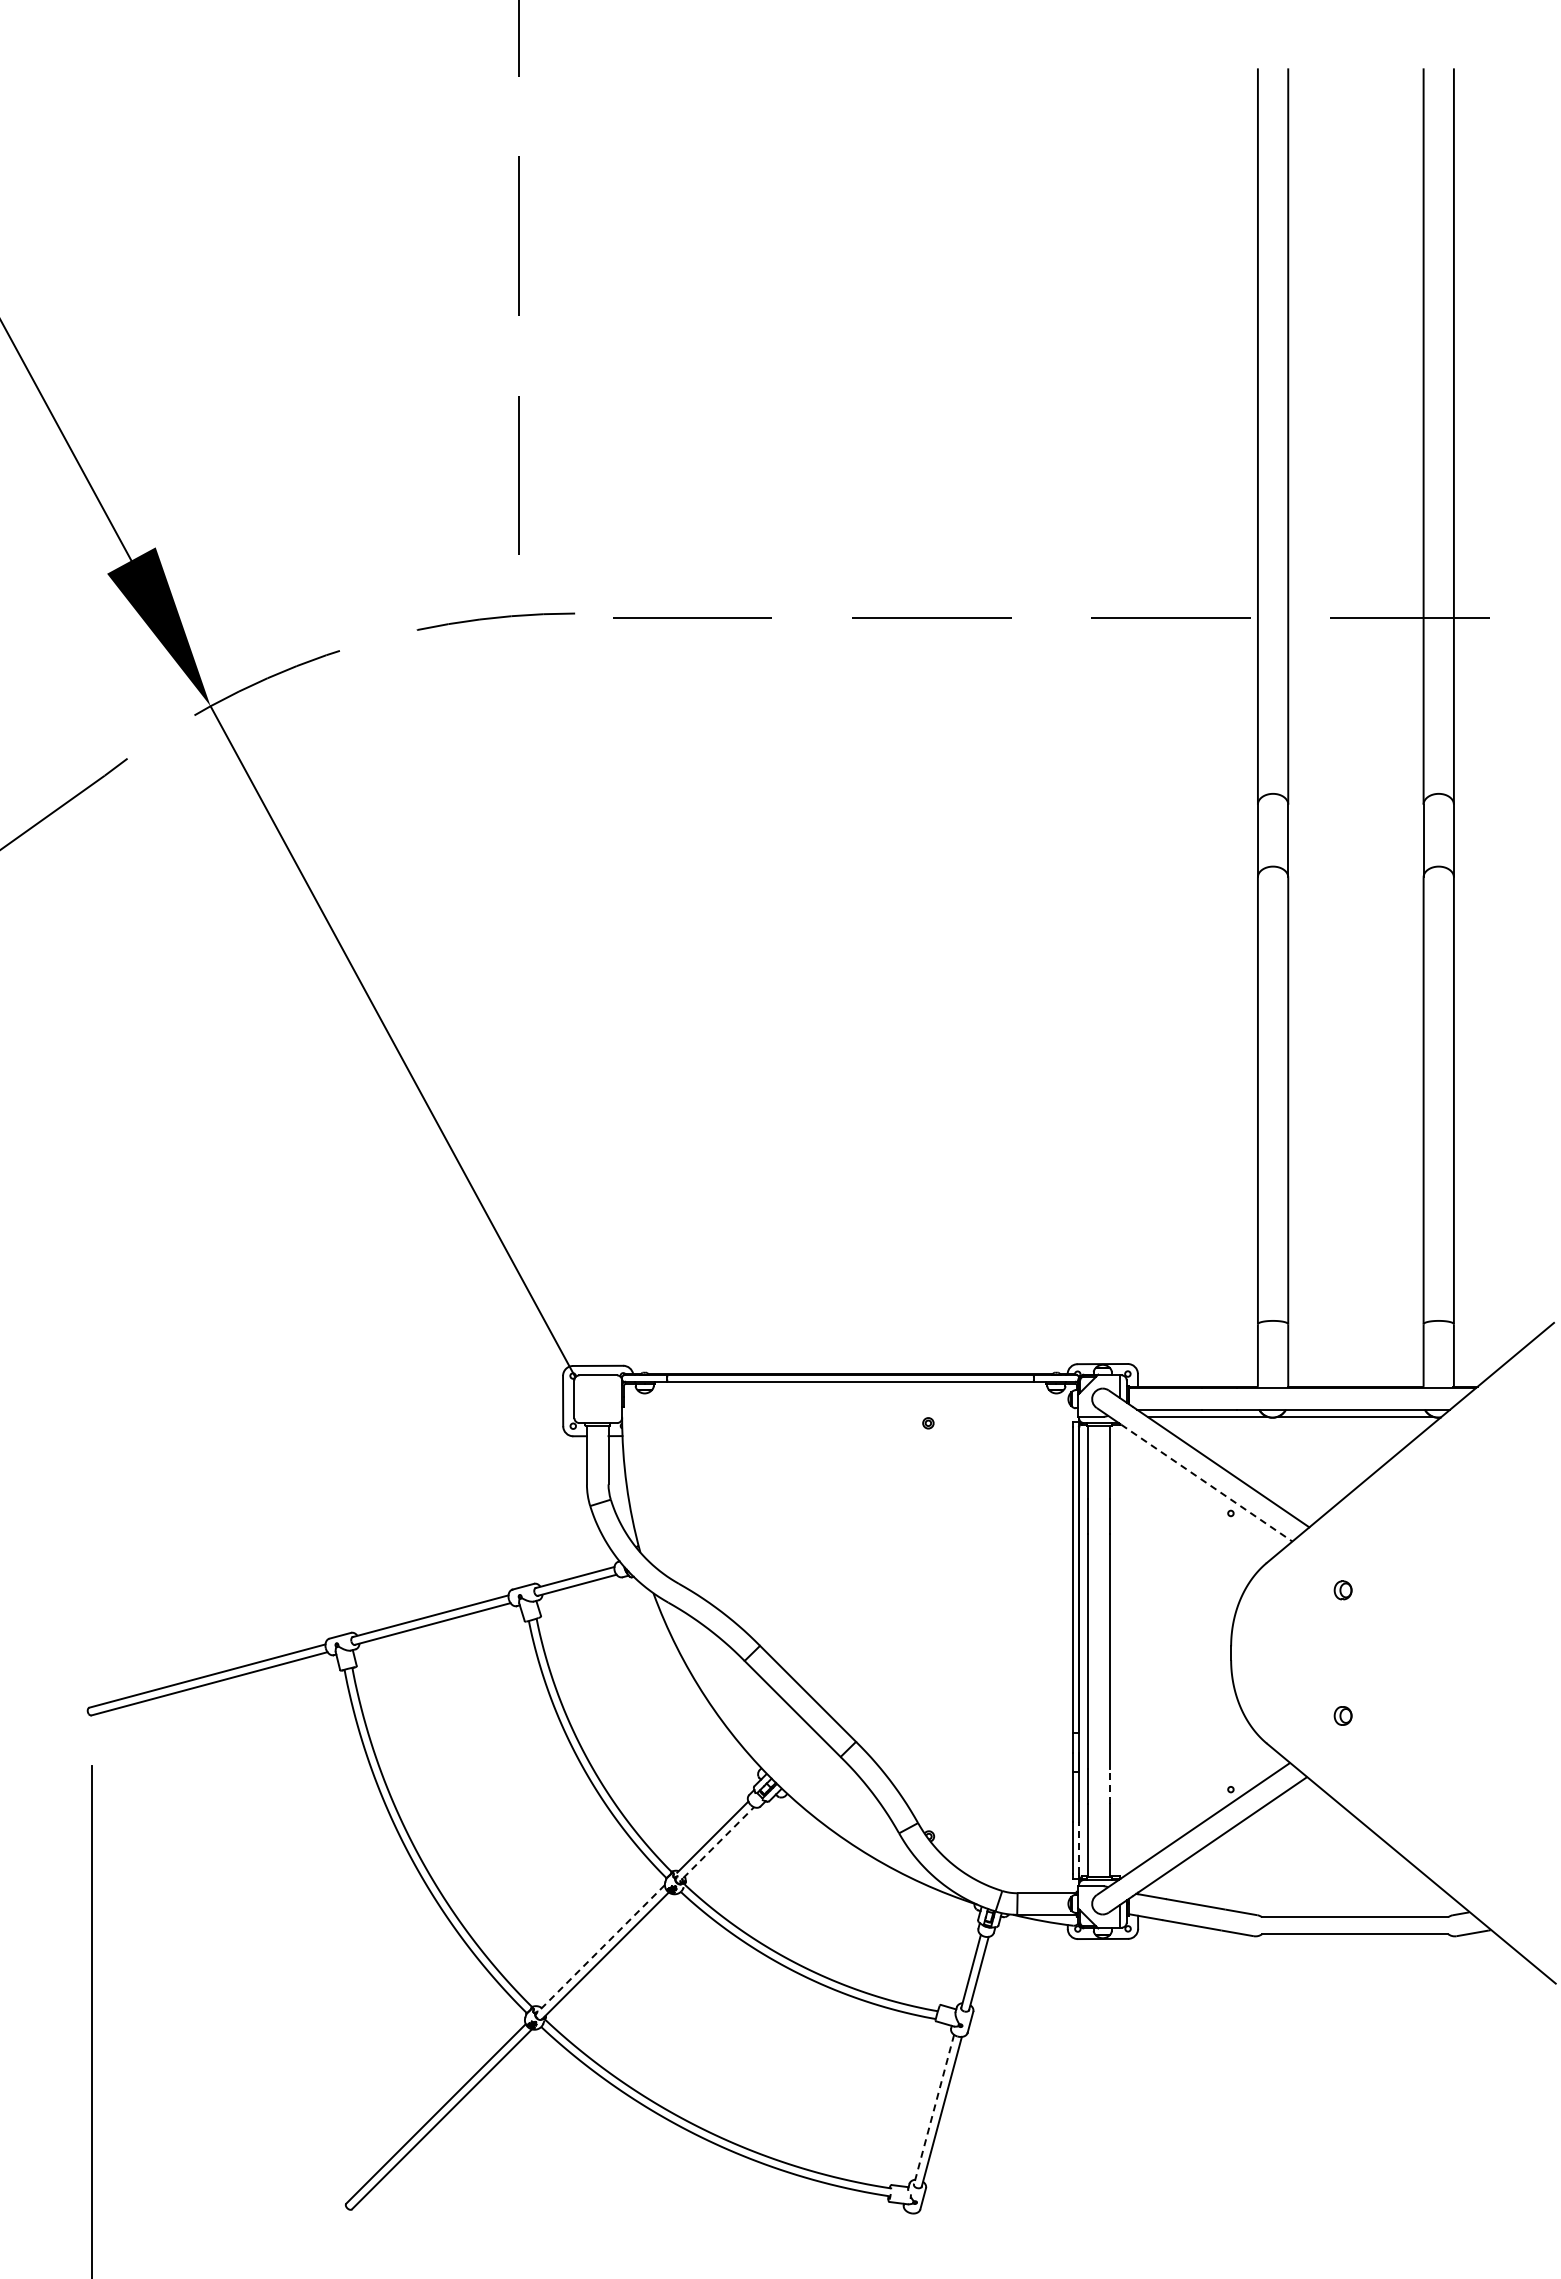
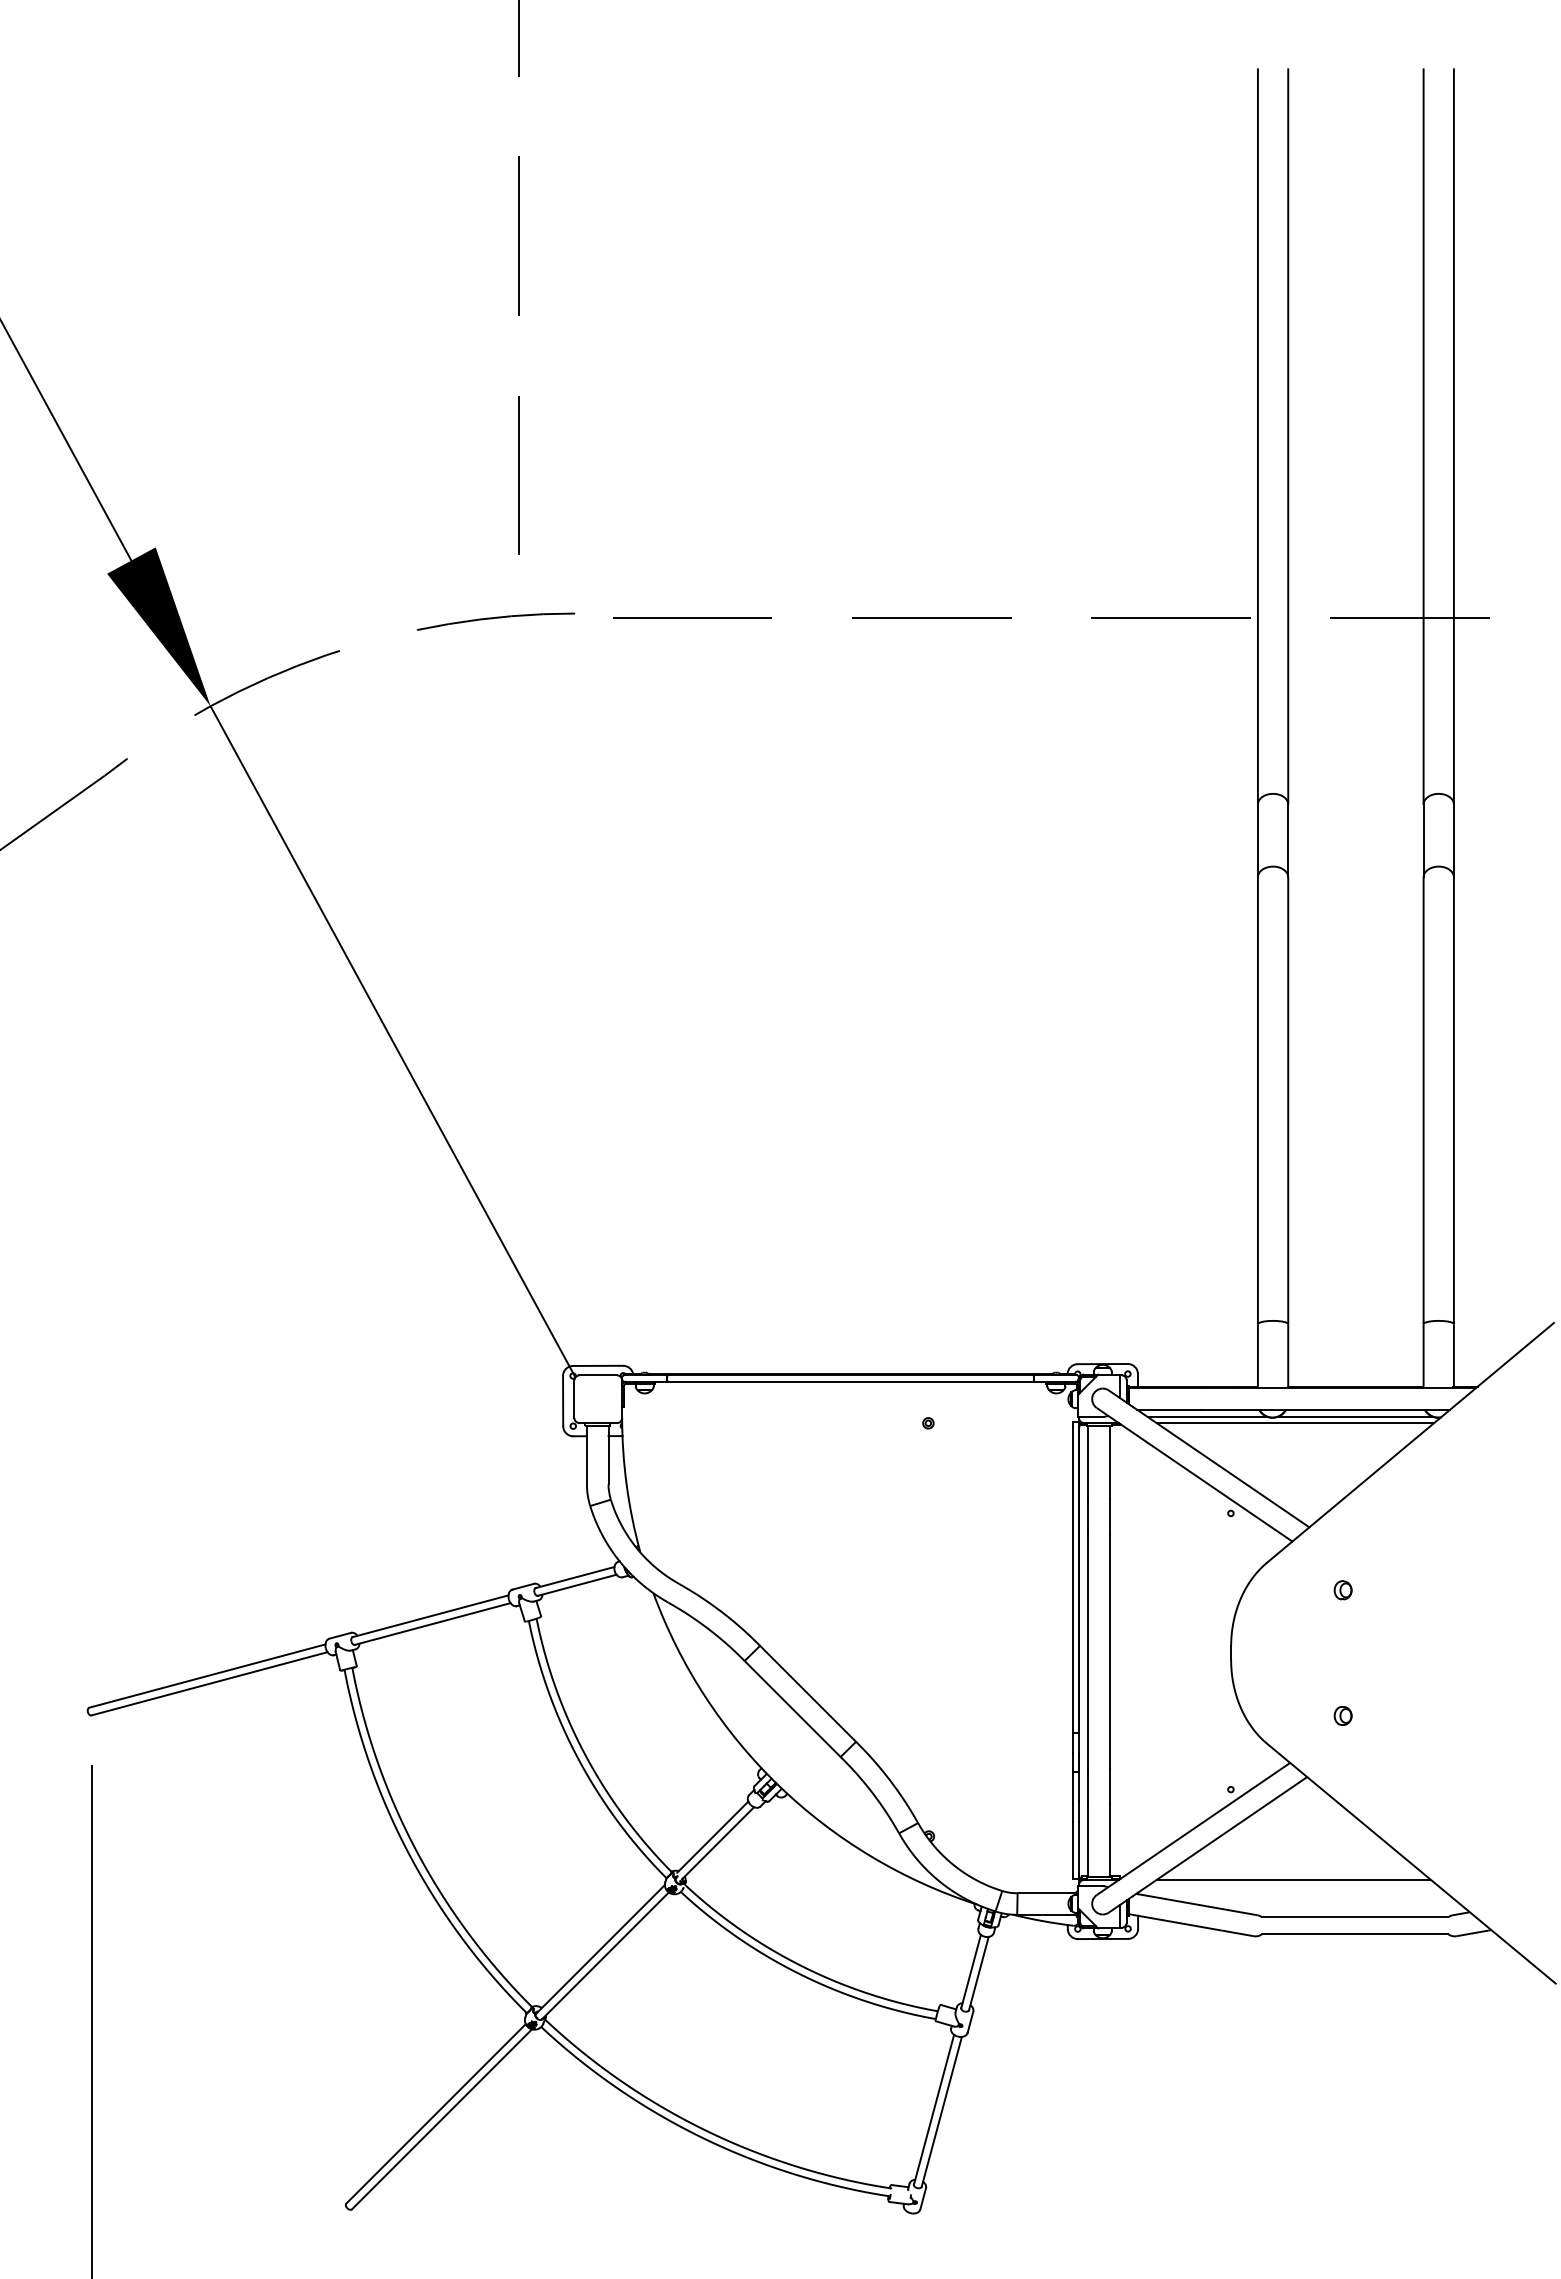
line at (1295, 1423): none -> present
line at (1206, 1483): dashed -> solid
line at (1109, 1786): dashed -> solid
line at (719, 1842): dashed -> solid
line at (1079, 1847): dashed -> solid
line at (1293, 1880): none -> present
line at (599, 1950): dashed -> solid
line at (934, 2109): dashed -> solid
